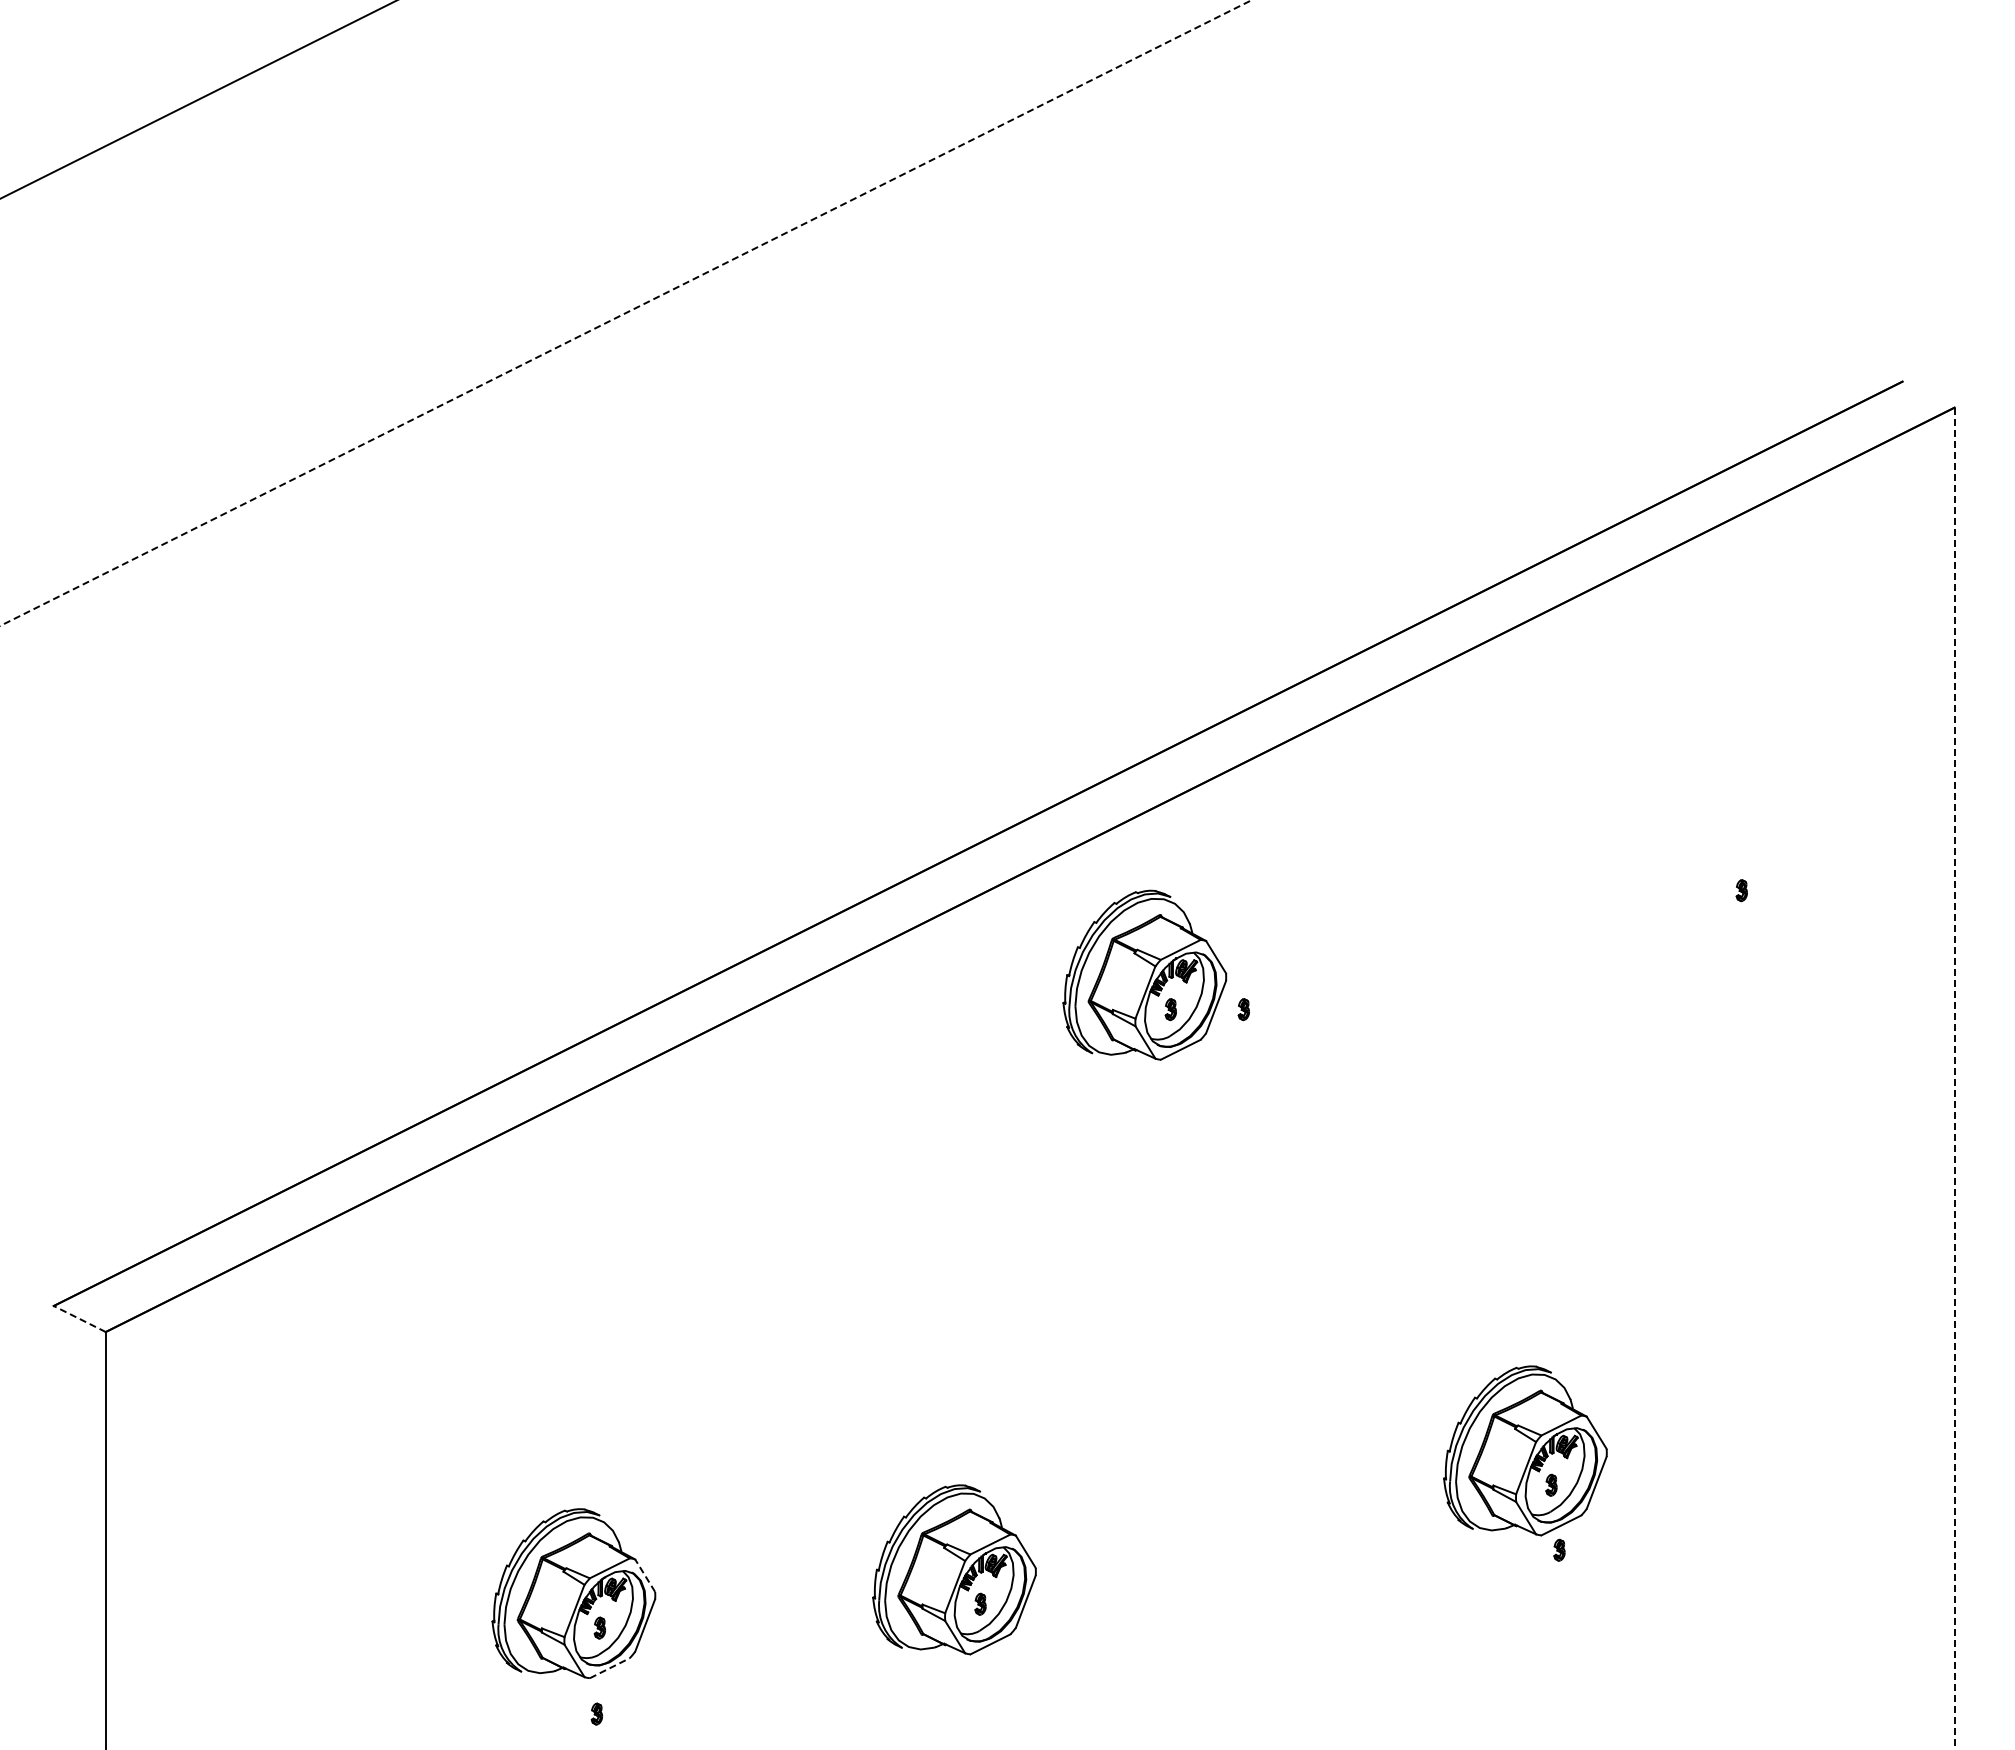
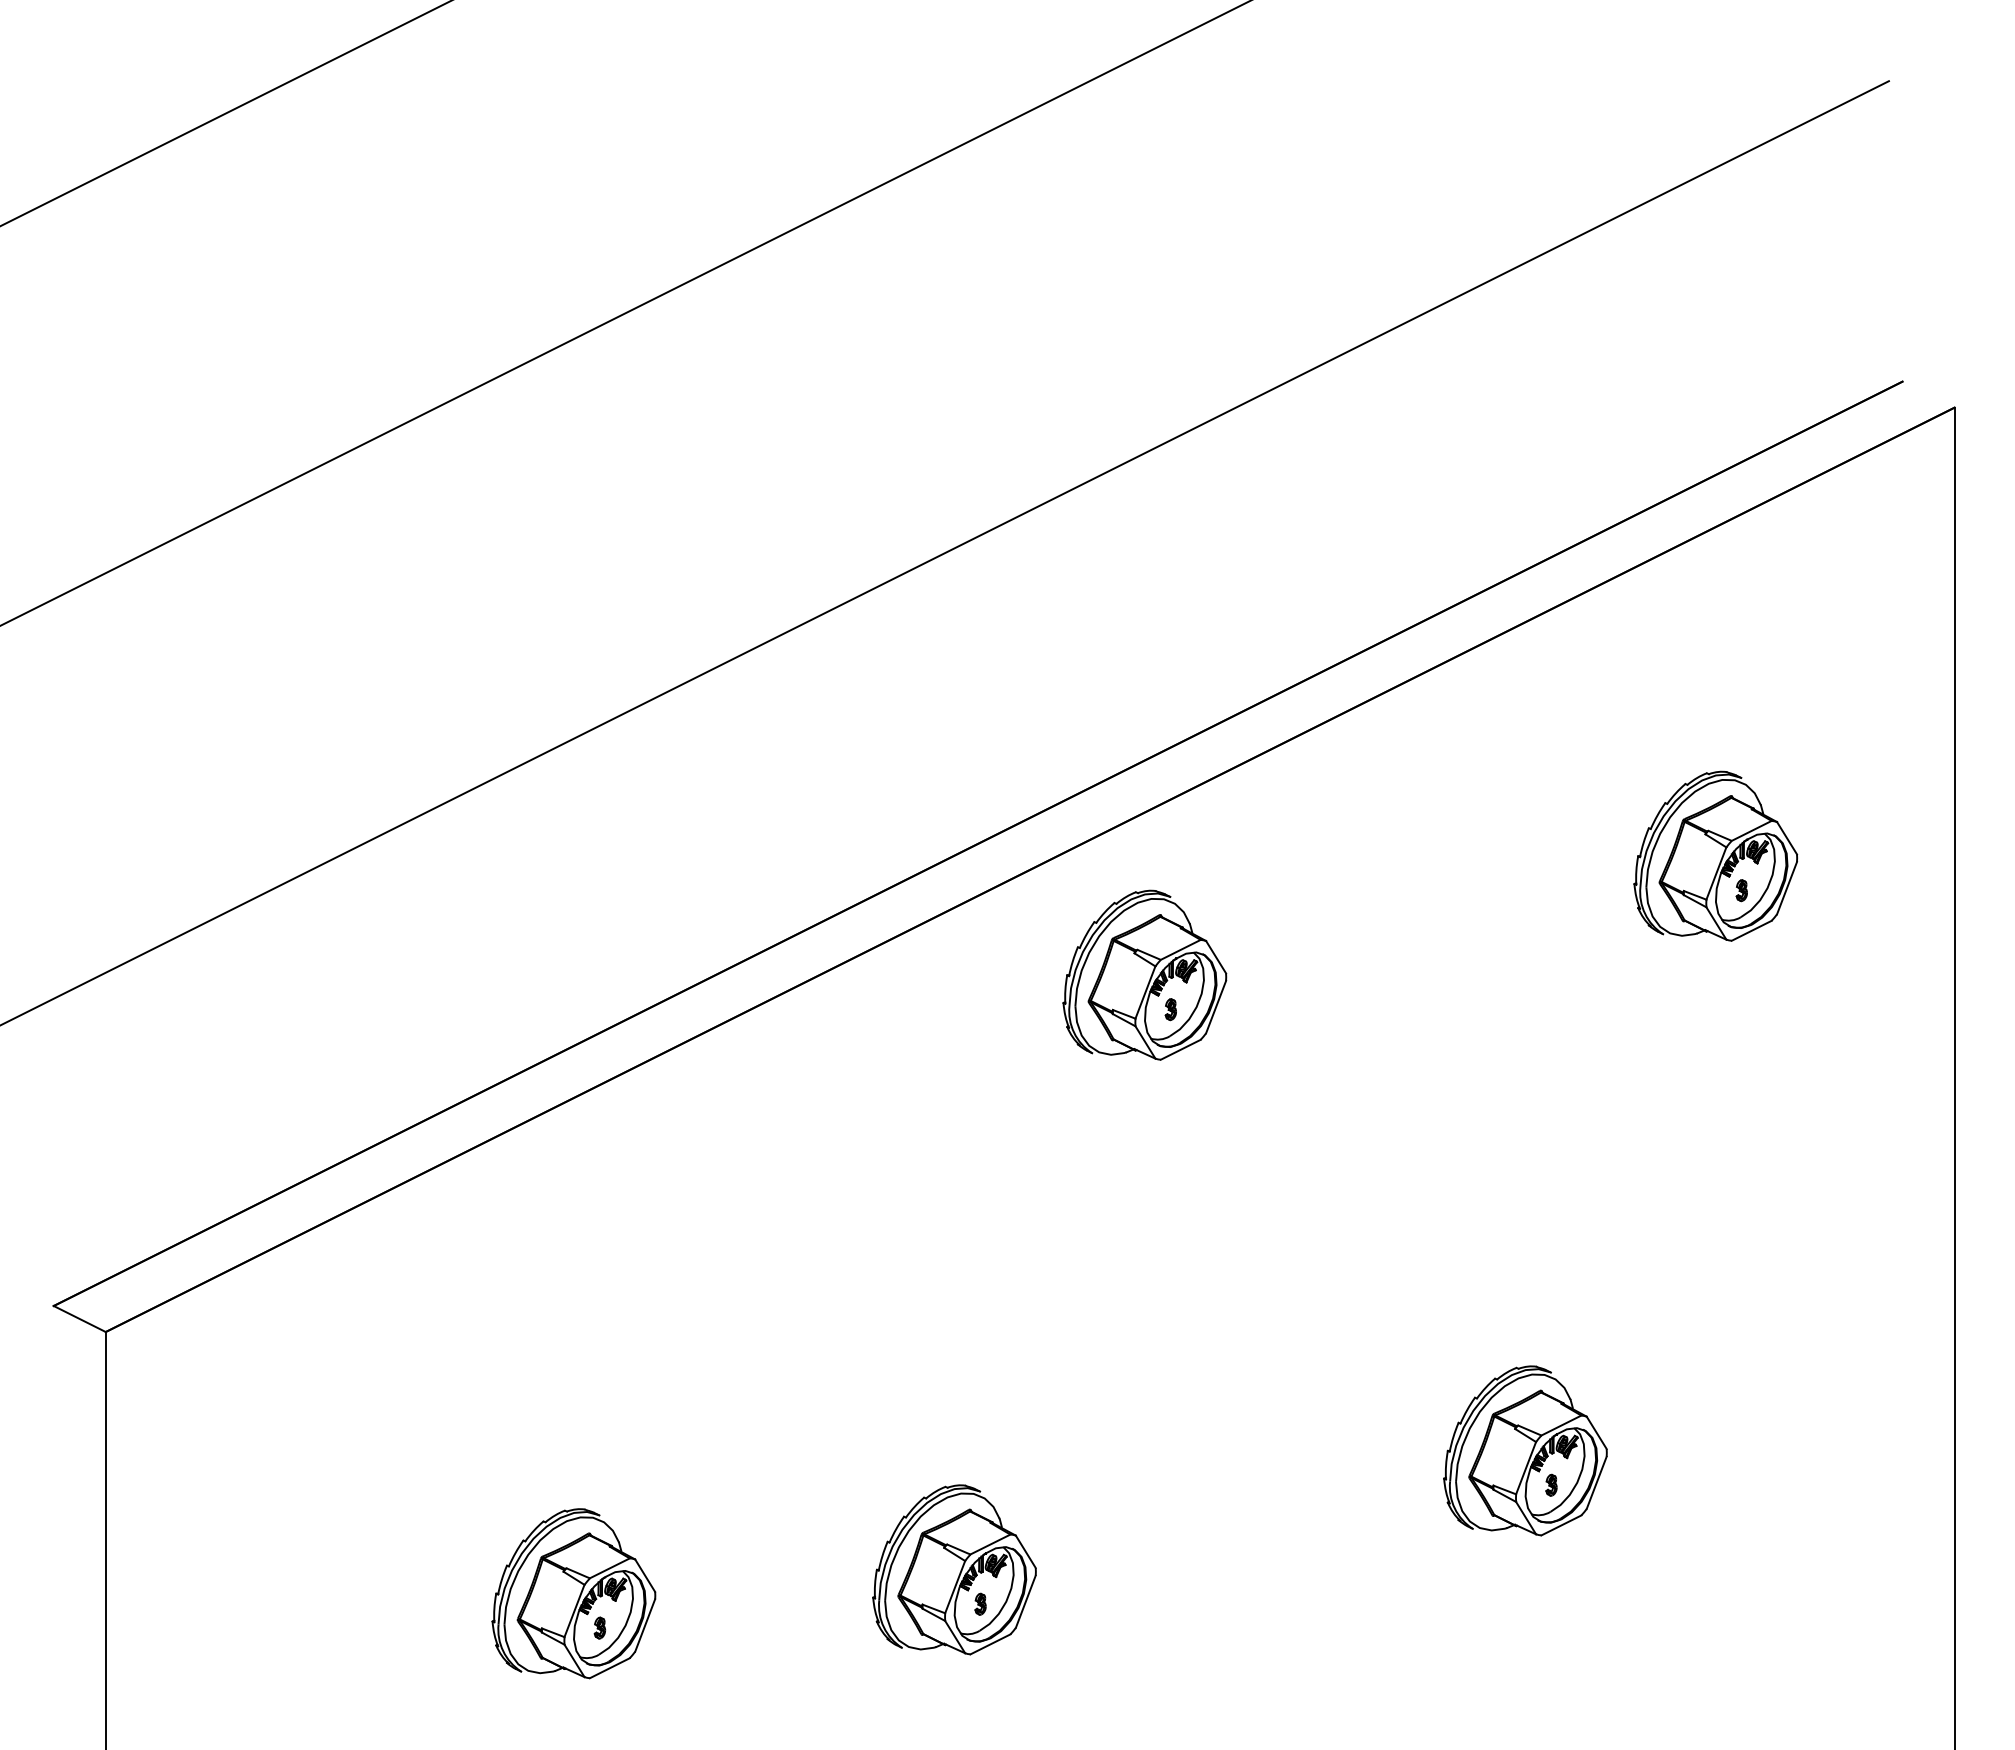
line at (197, 99) position: (197, 99) -> (225, 113)
line at (626, 312): dashed -> solid
line at (945, 552): none -> present
part at (1715, 855): none -> present
part at (1243, 1009): present -> none
line at (1954, 1079): dashed -> solid
line at (79, 1318): dashed -> solid
part at (1559, 1549): present -> none
line at (645, 1575): dashed -> solid
line at (610, 1668): dashed -> solid
part at (596, 1713): present -> none
